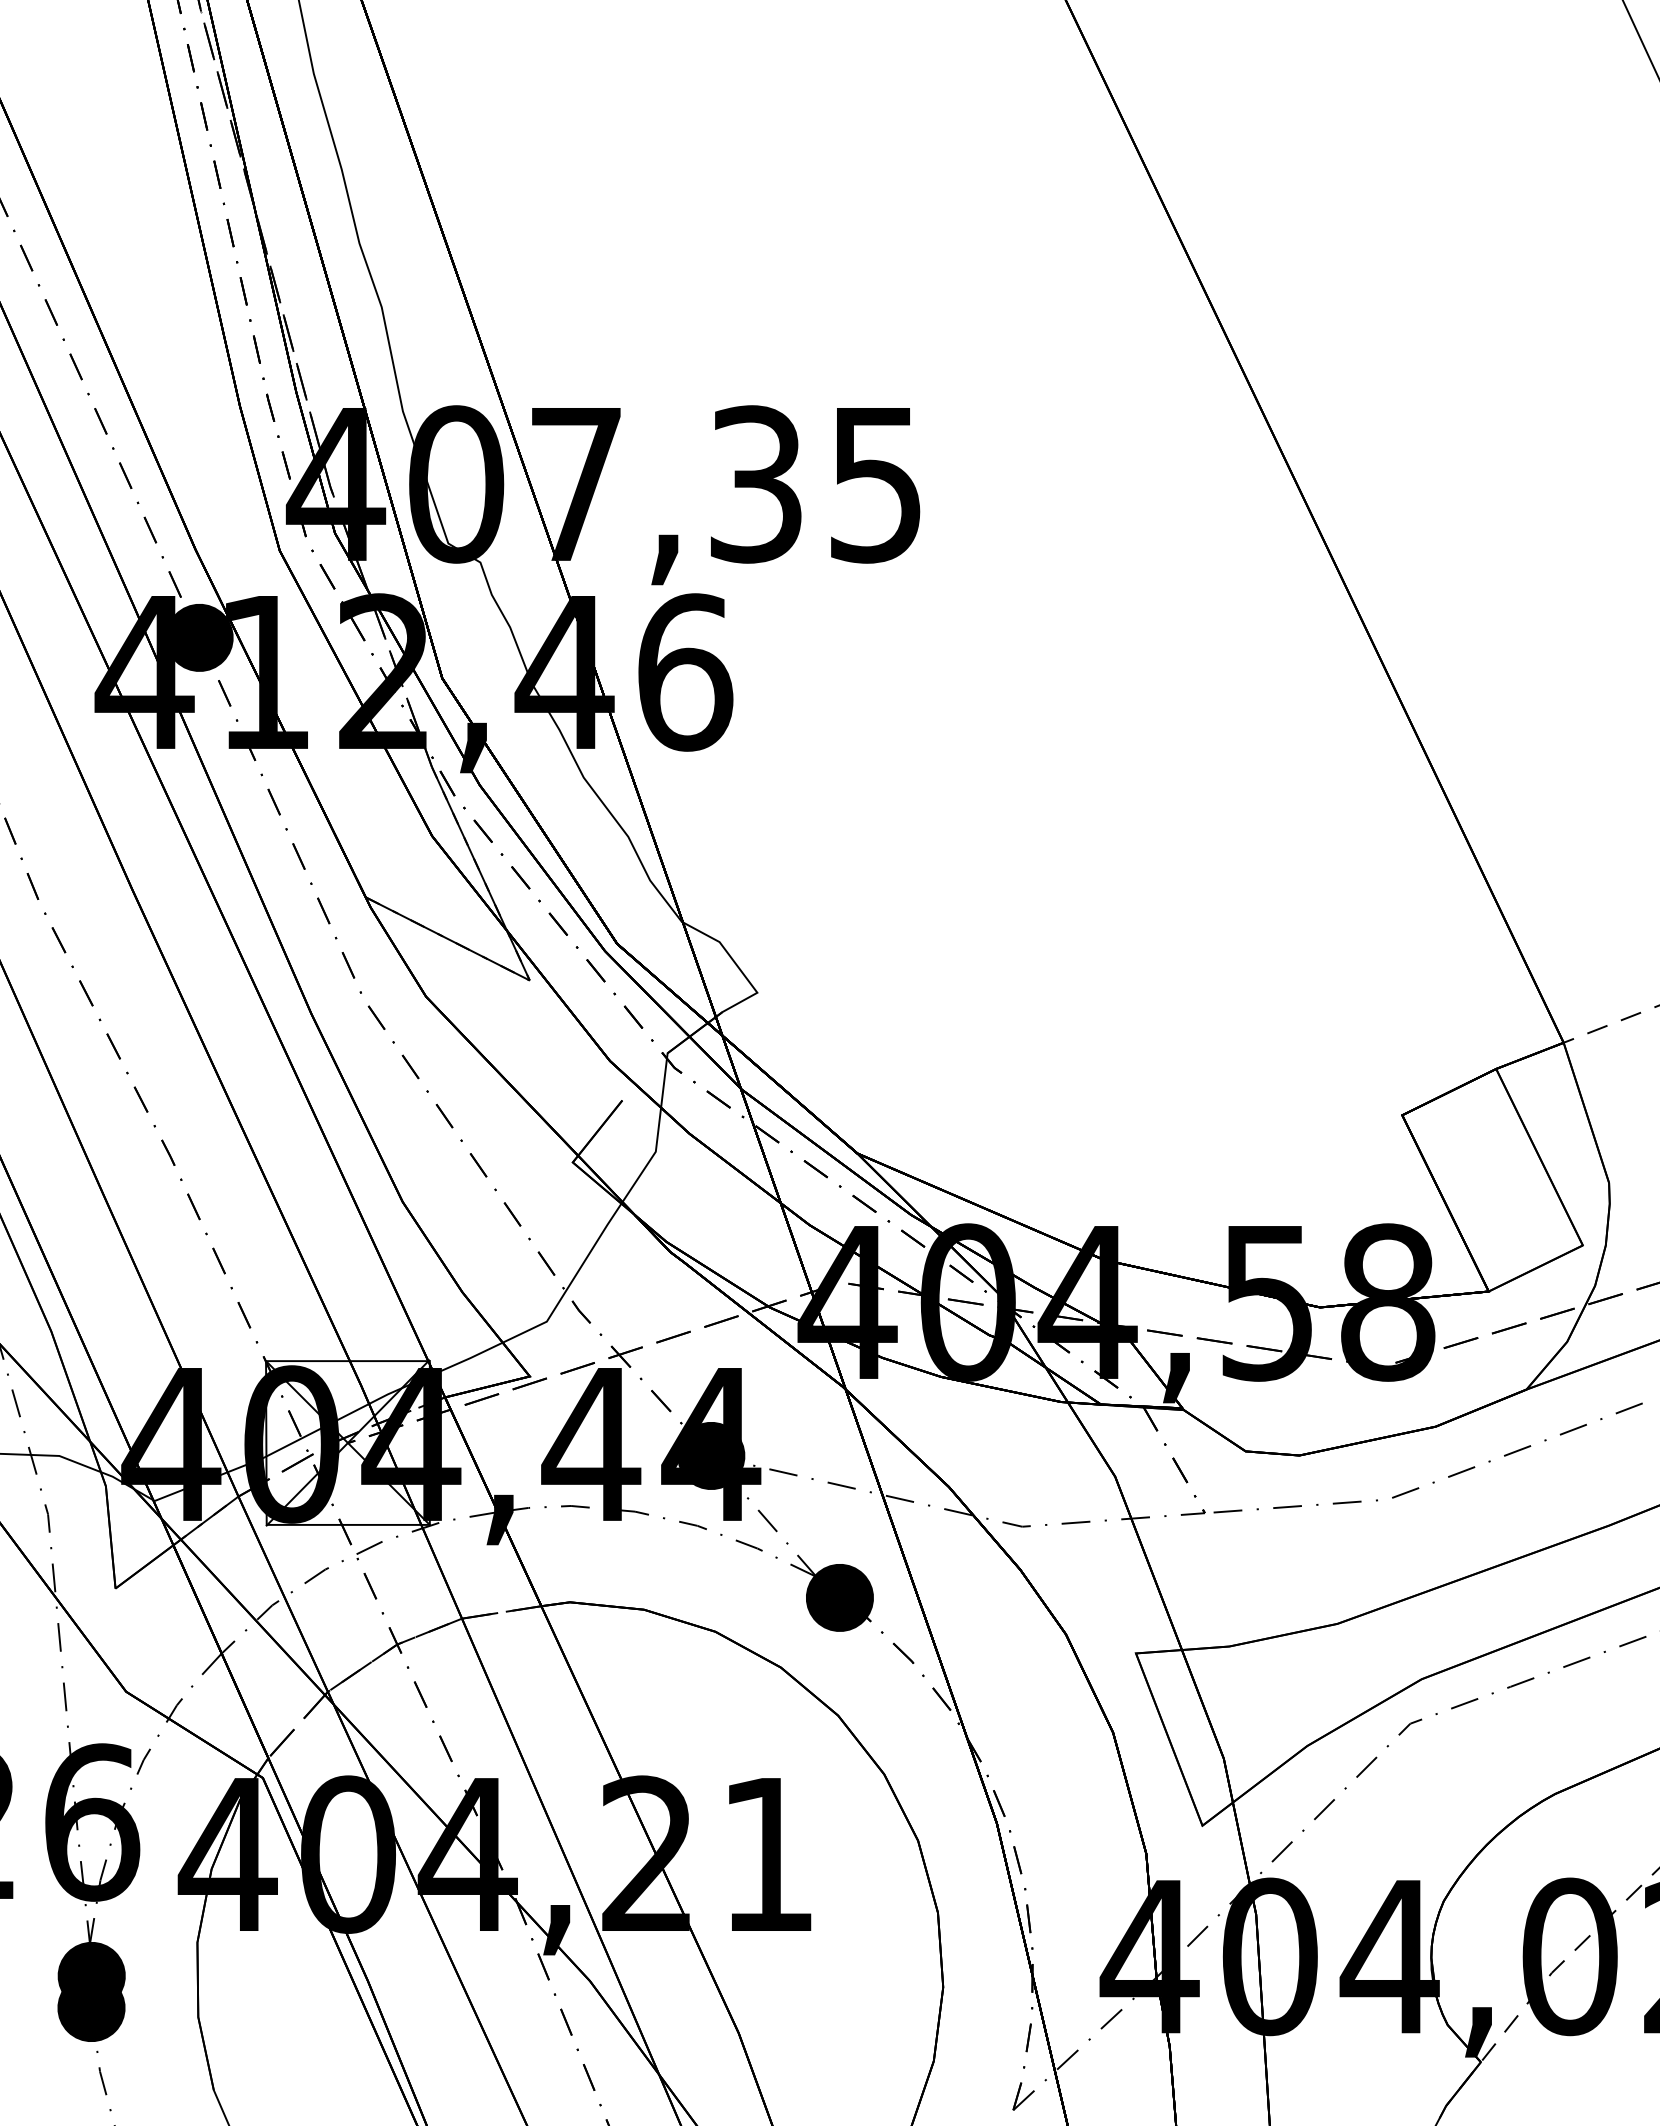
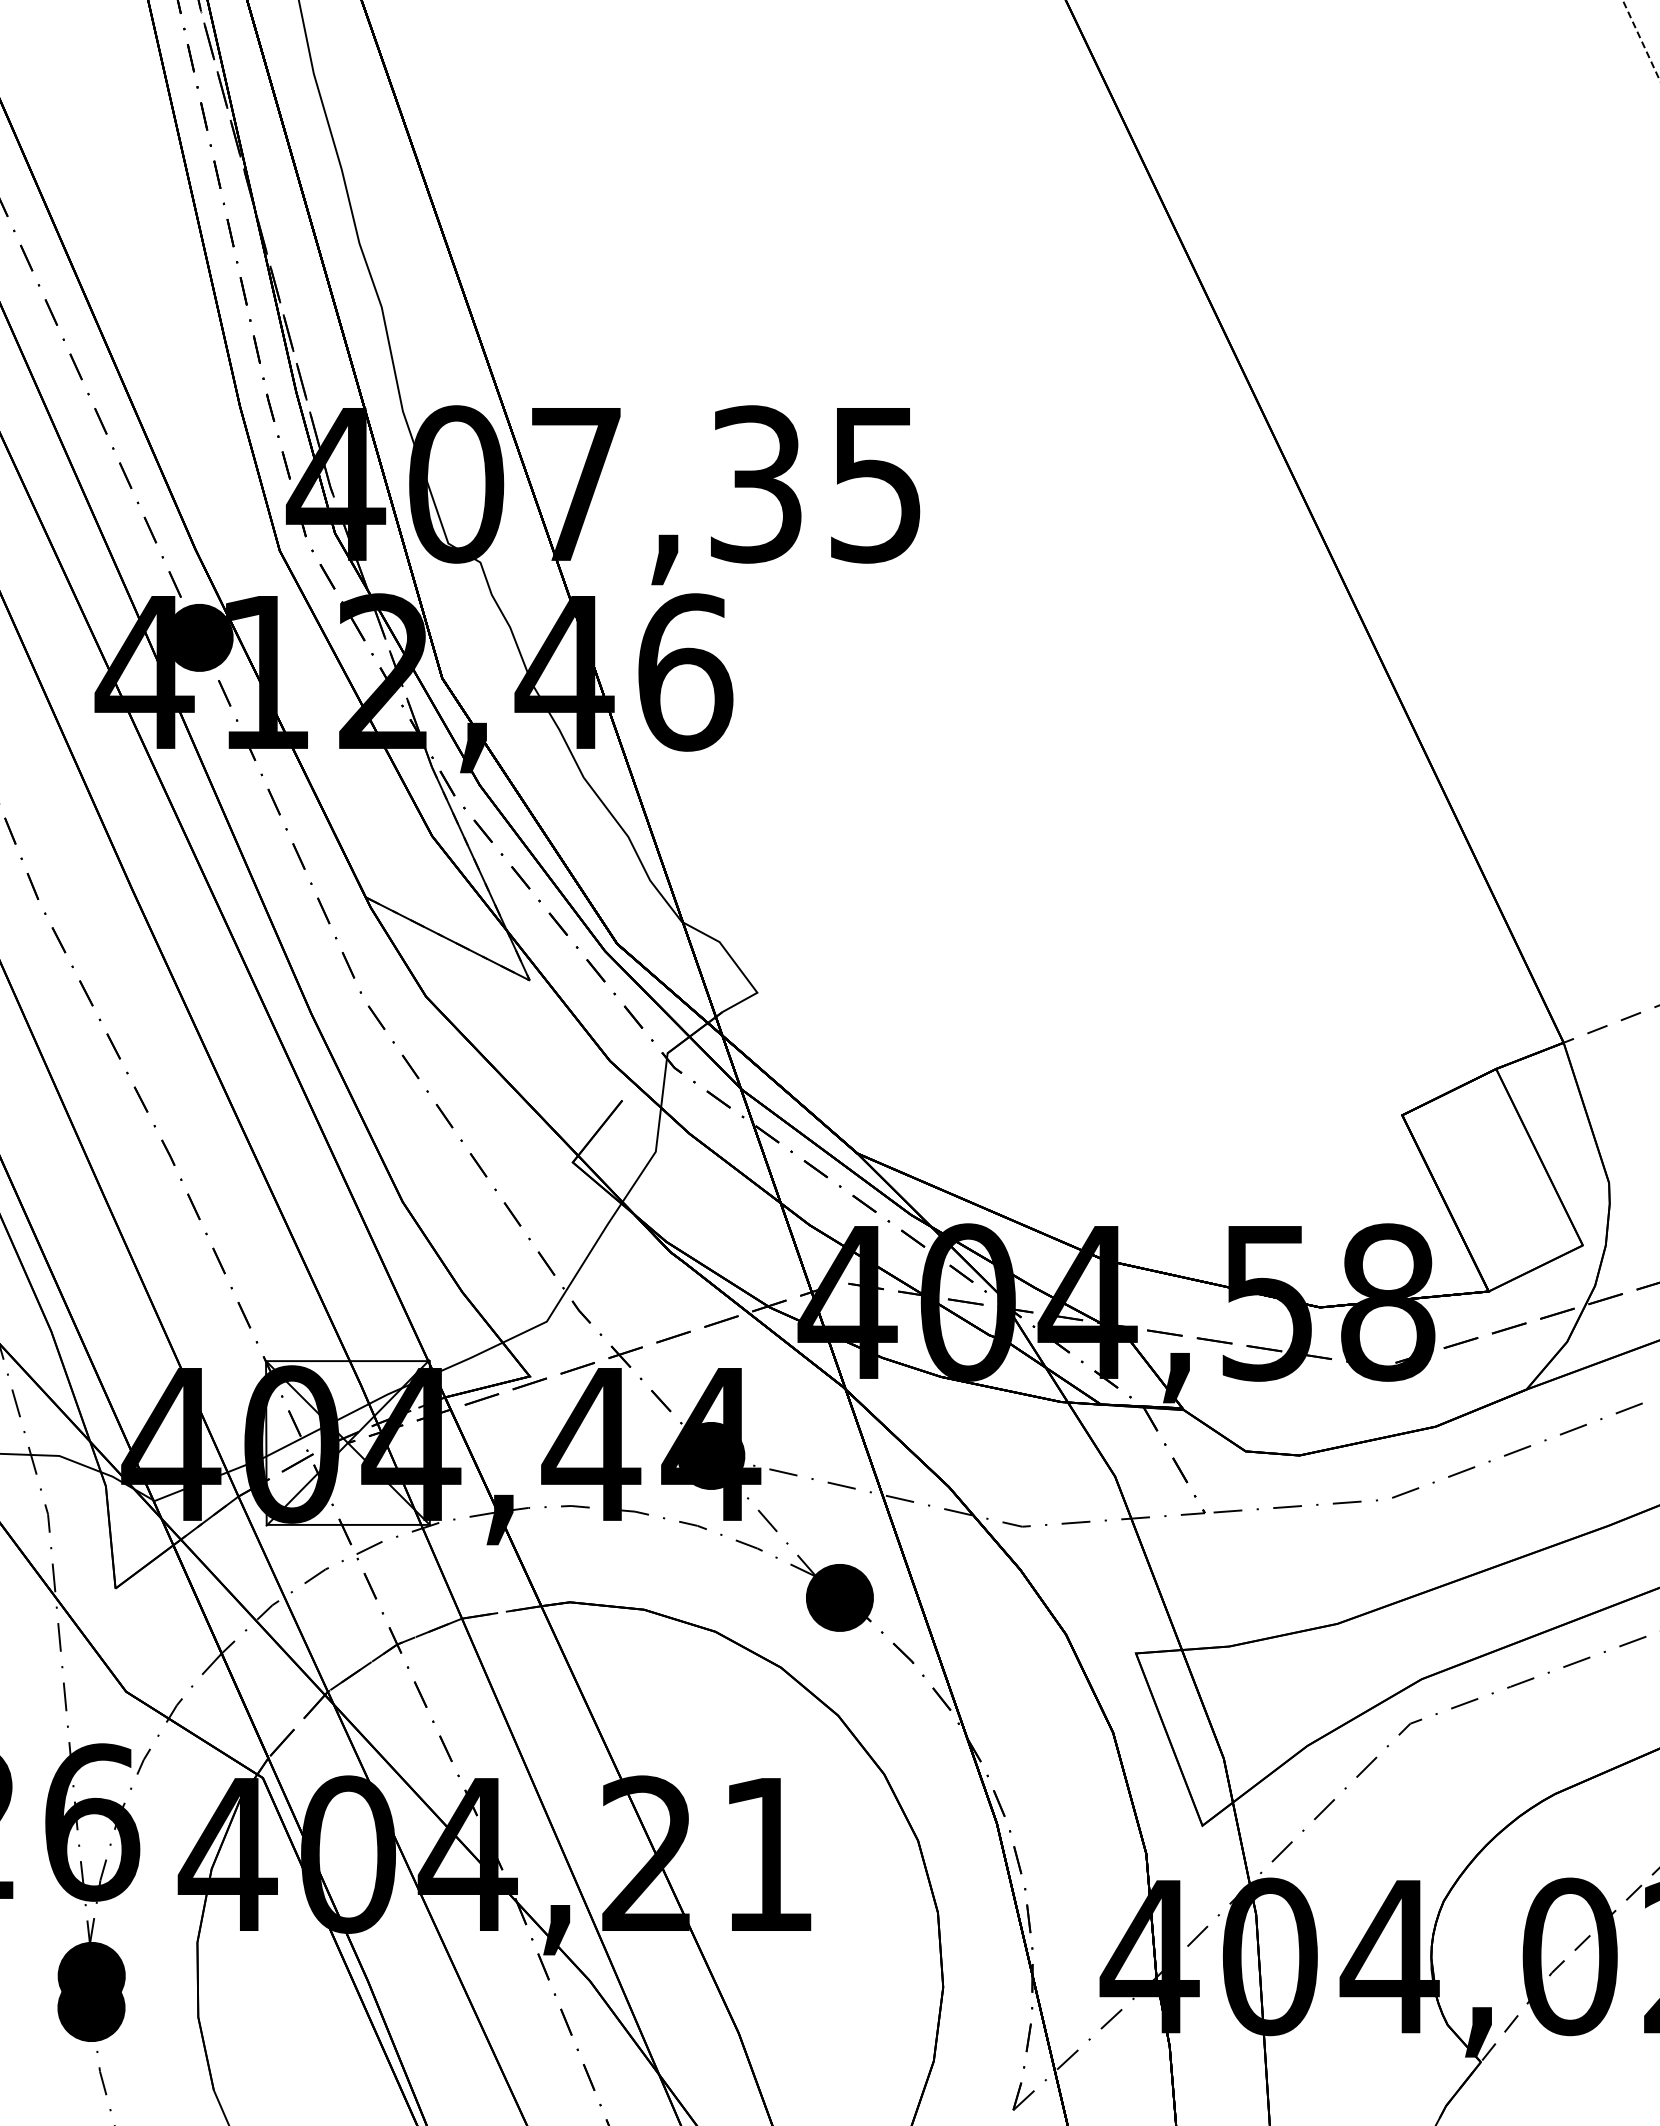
line at (1641, 39): solid -> dashed
